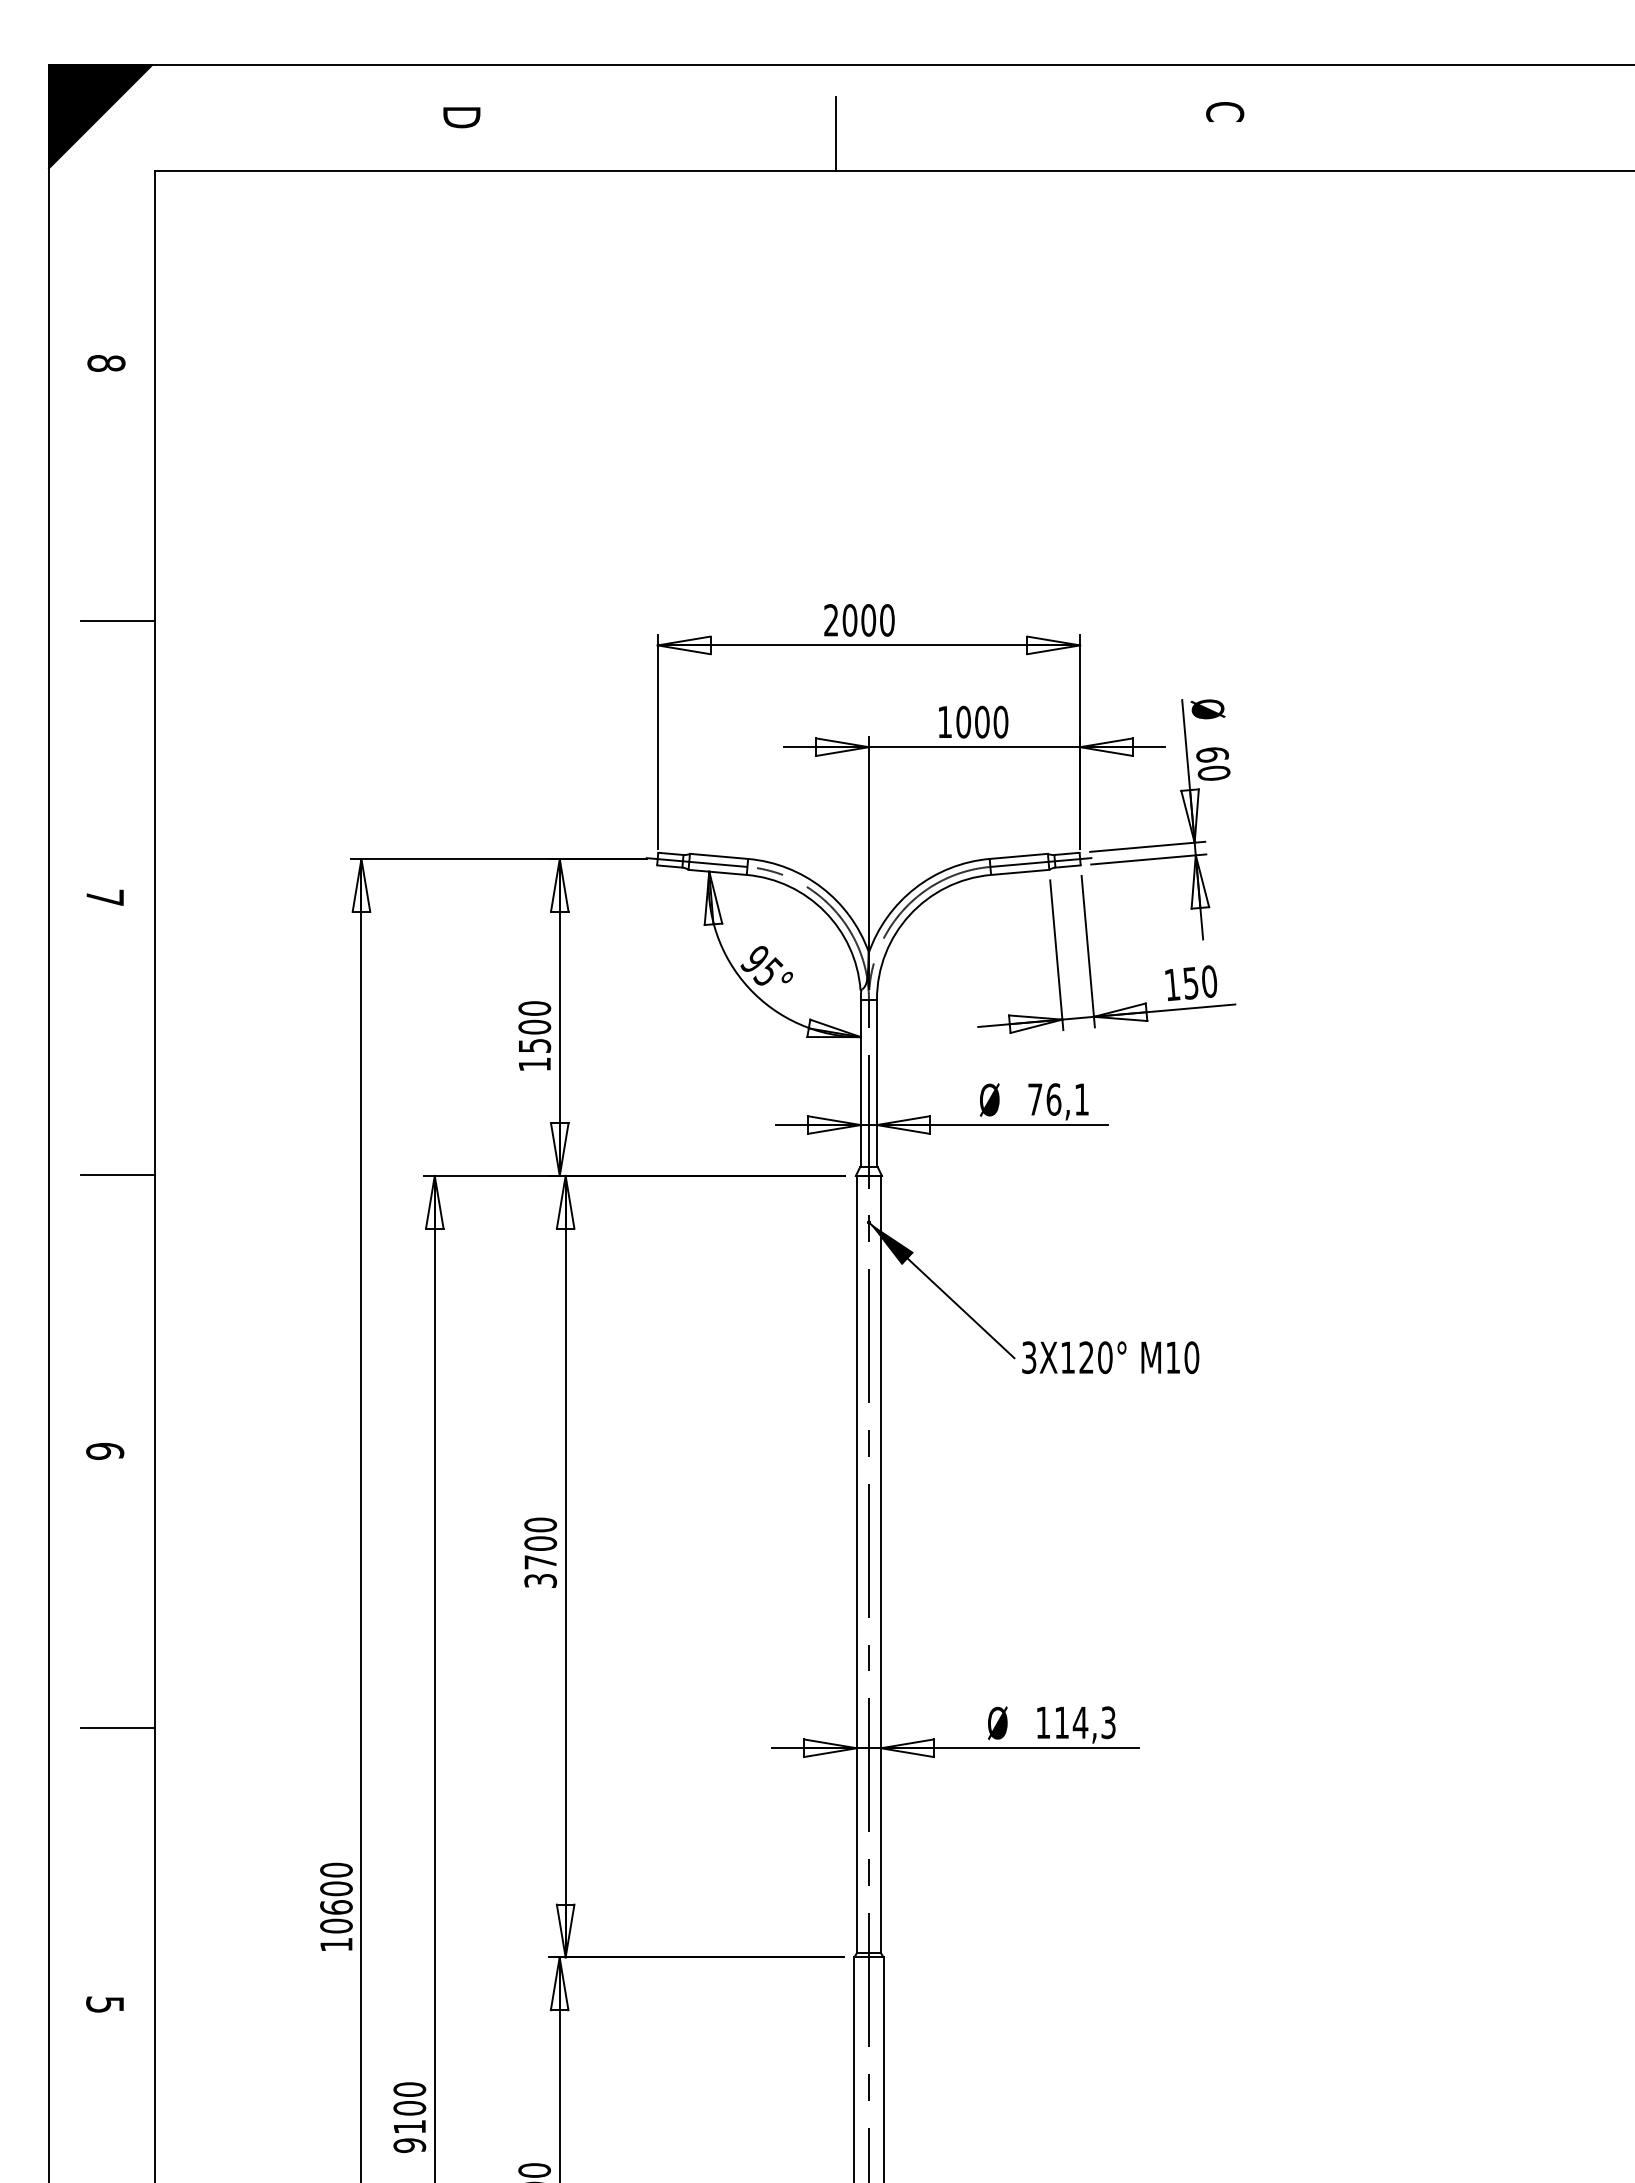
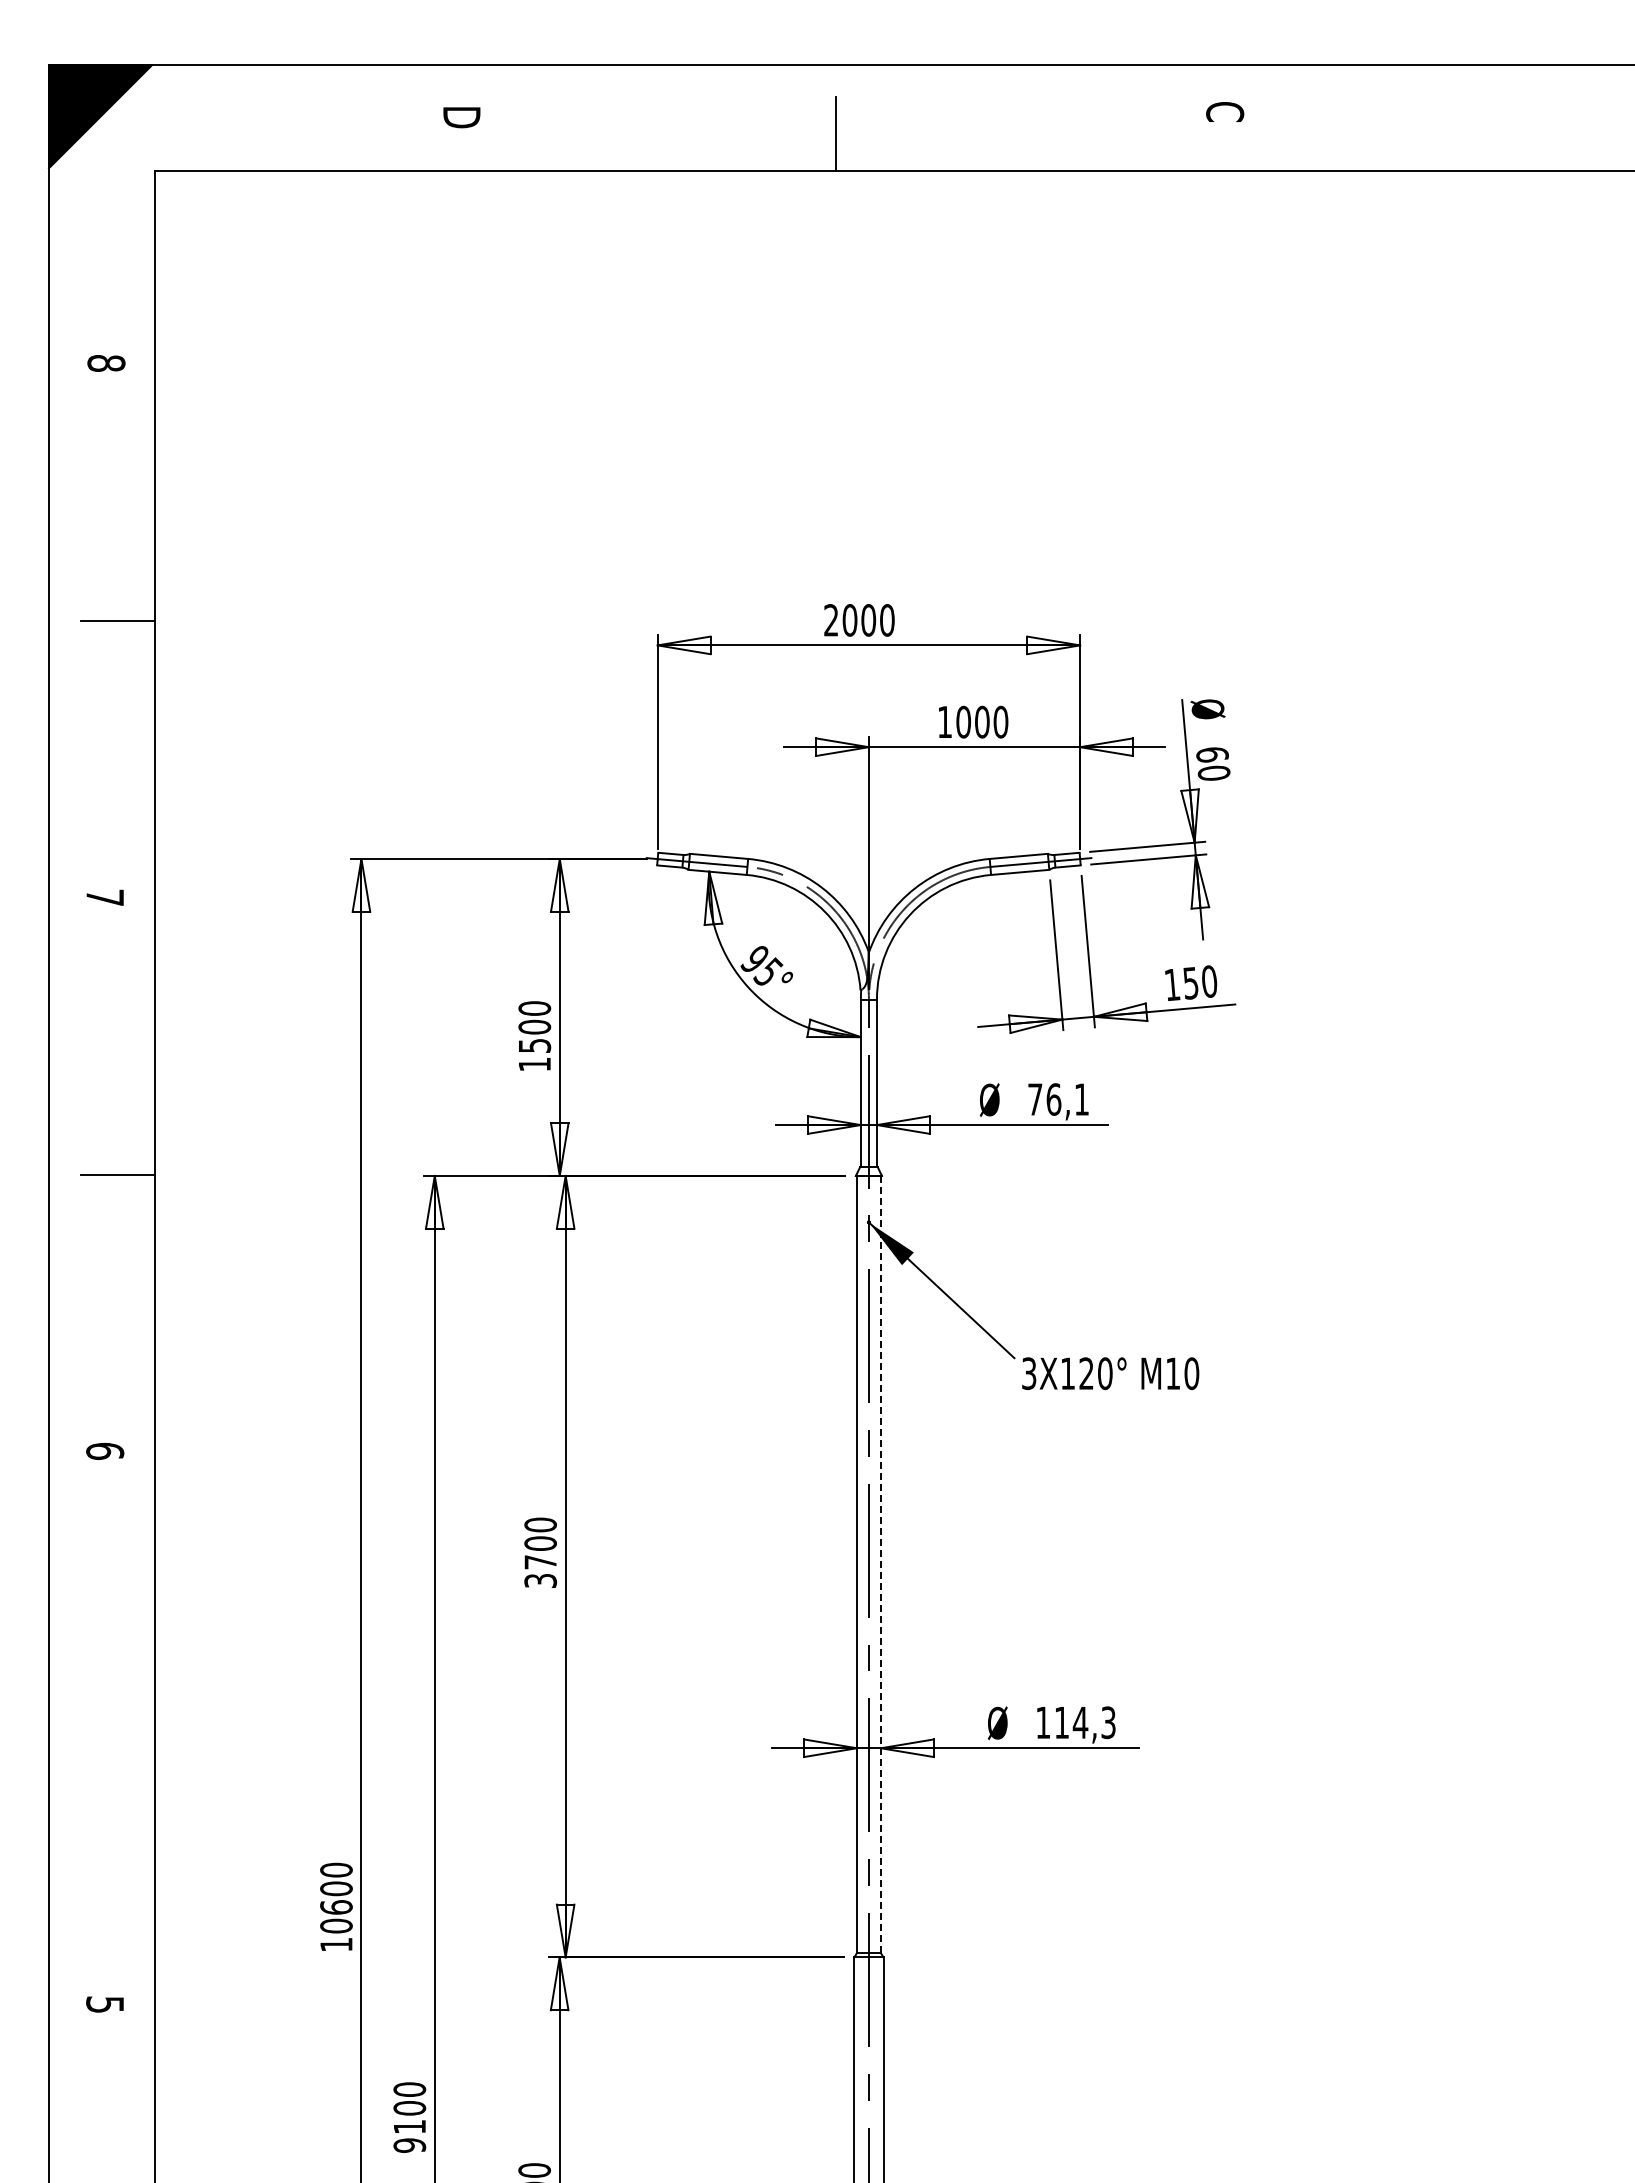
text at (1110, 1357) position: (1110, 1357) -> (1110, 1373)
line at (881, 1564): solid -> dashed
line at (117, 1728): present -> none
